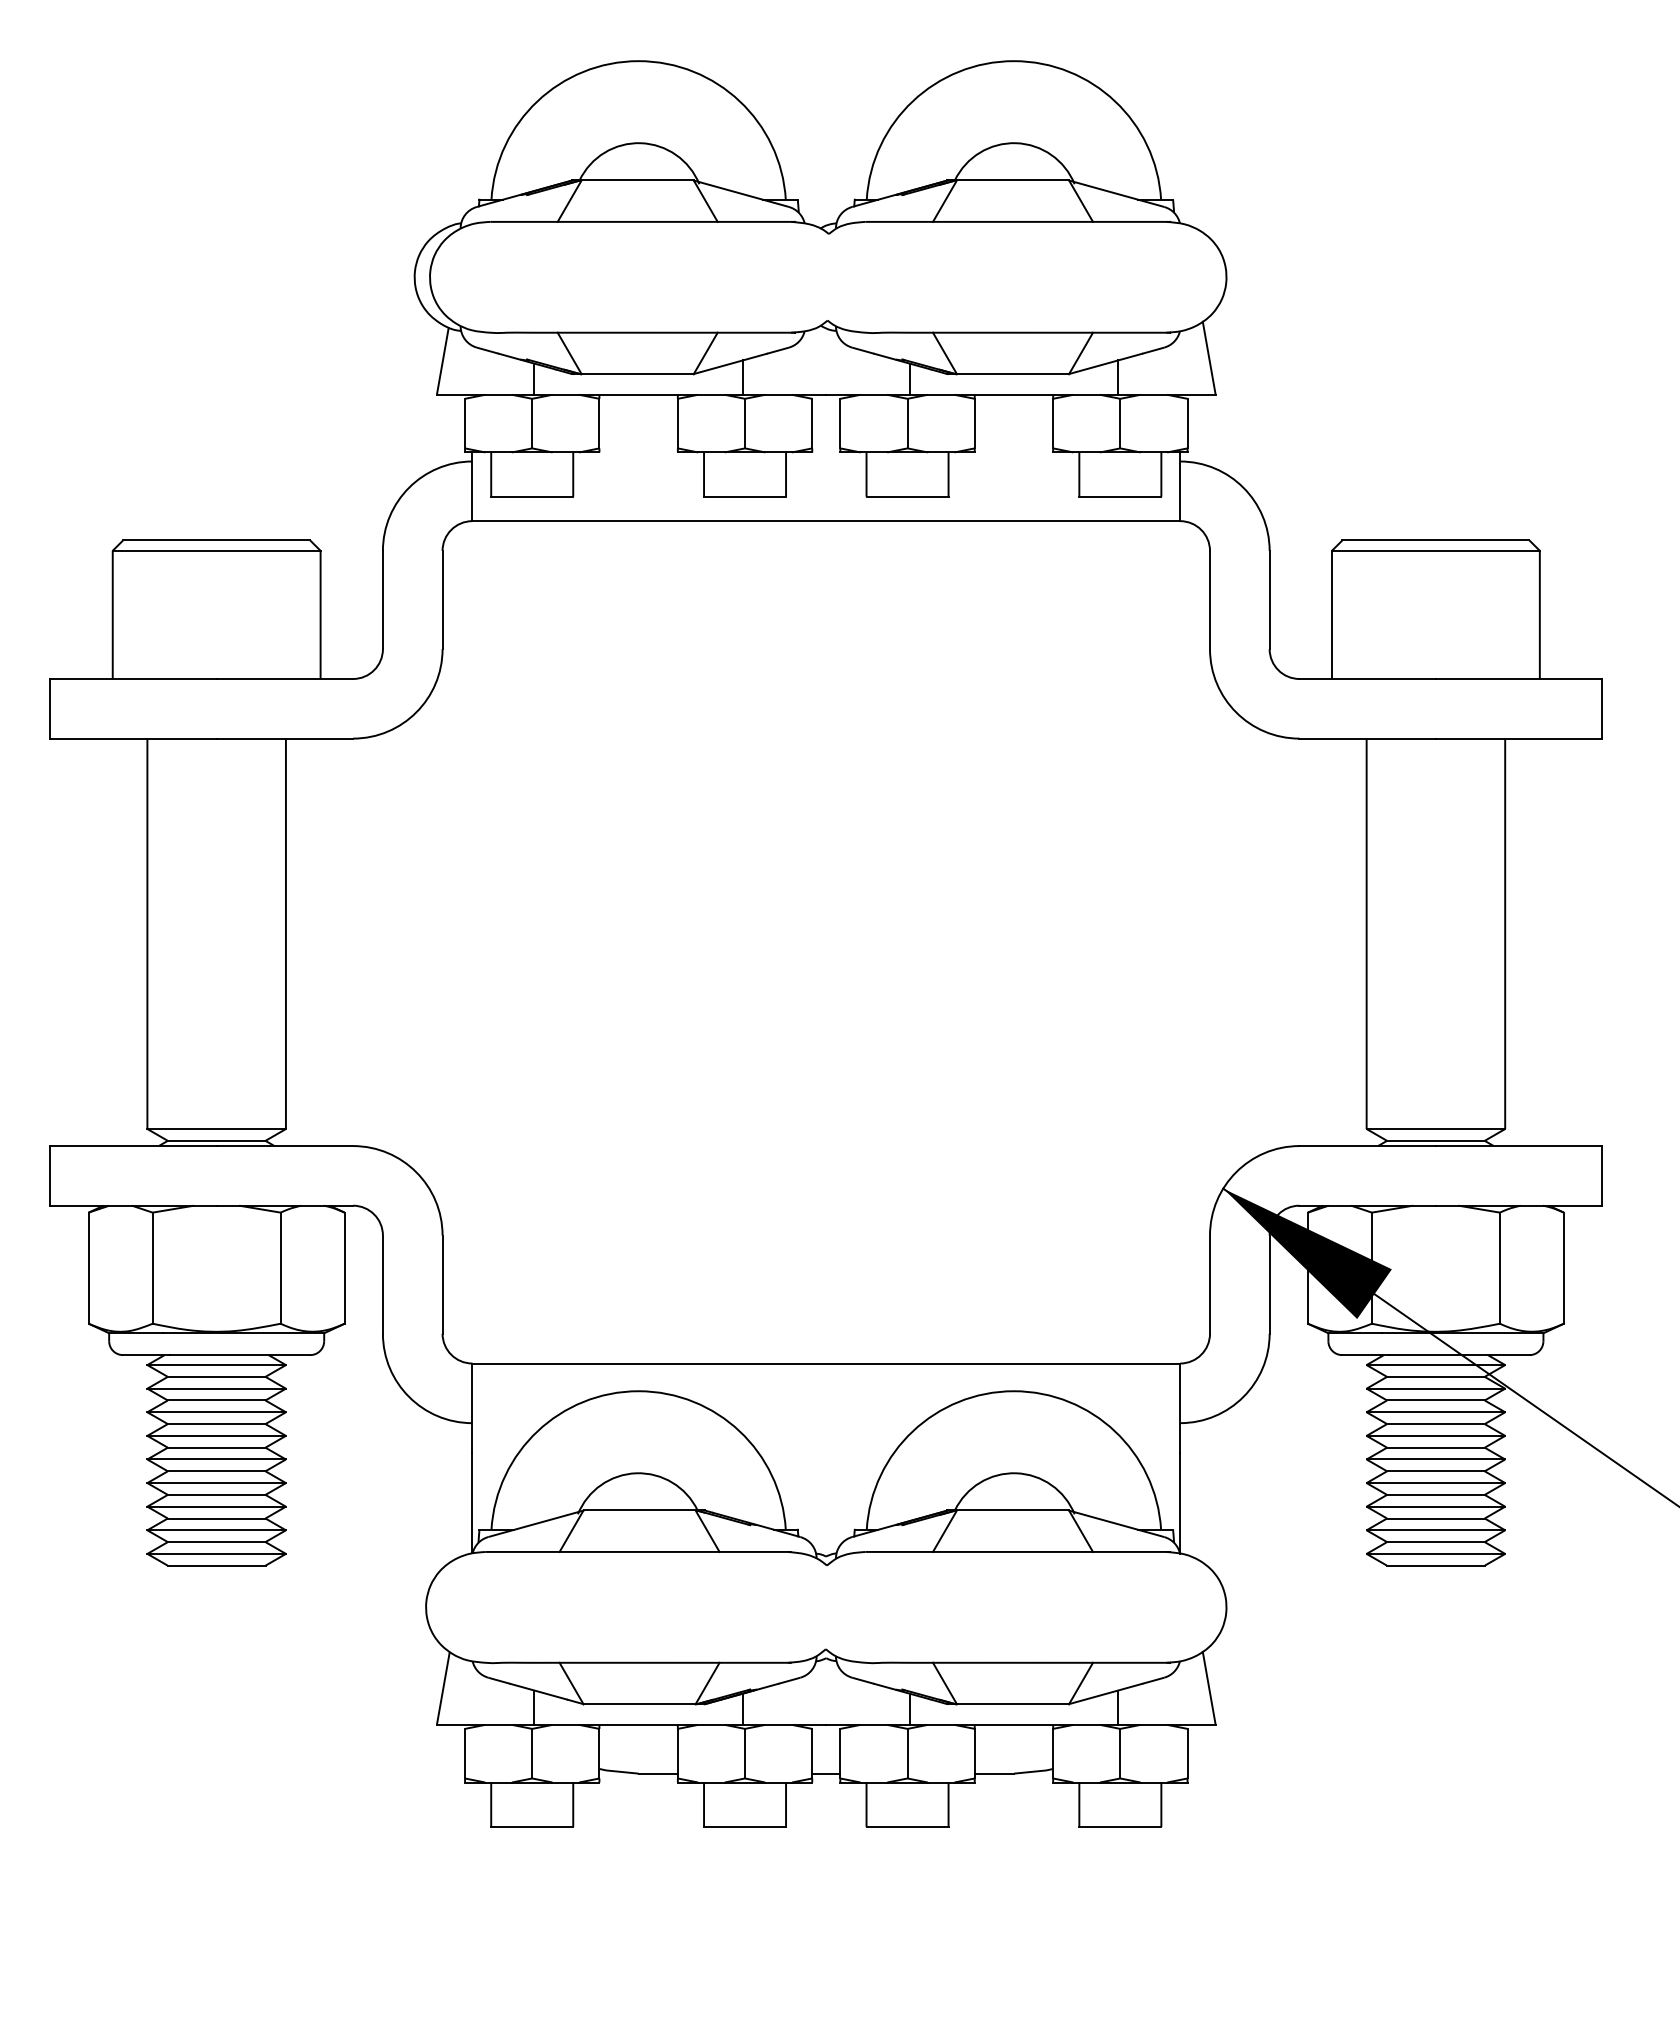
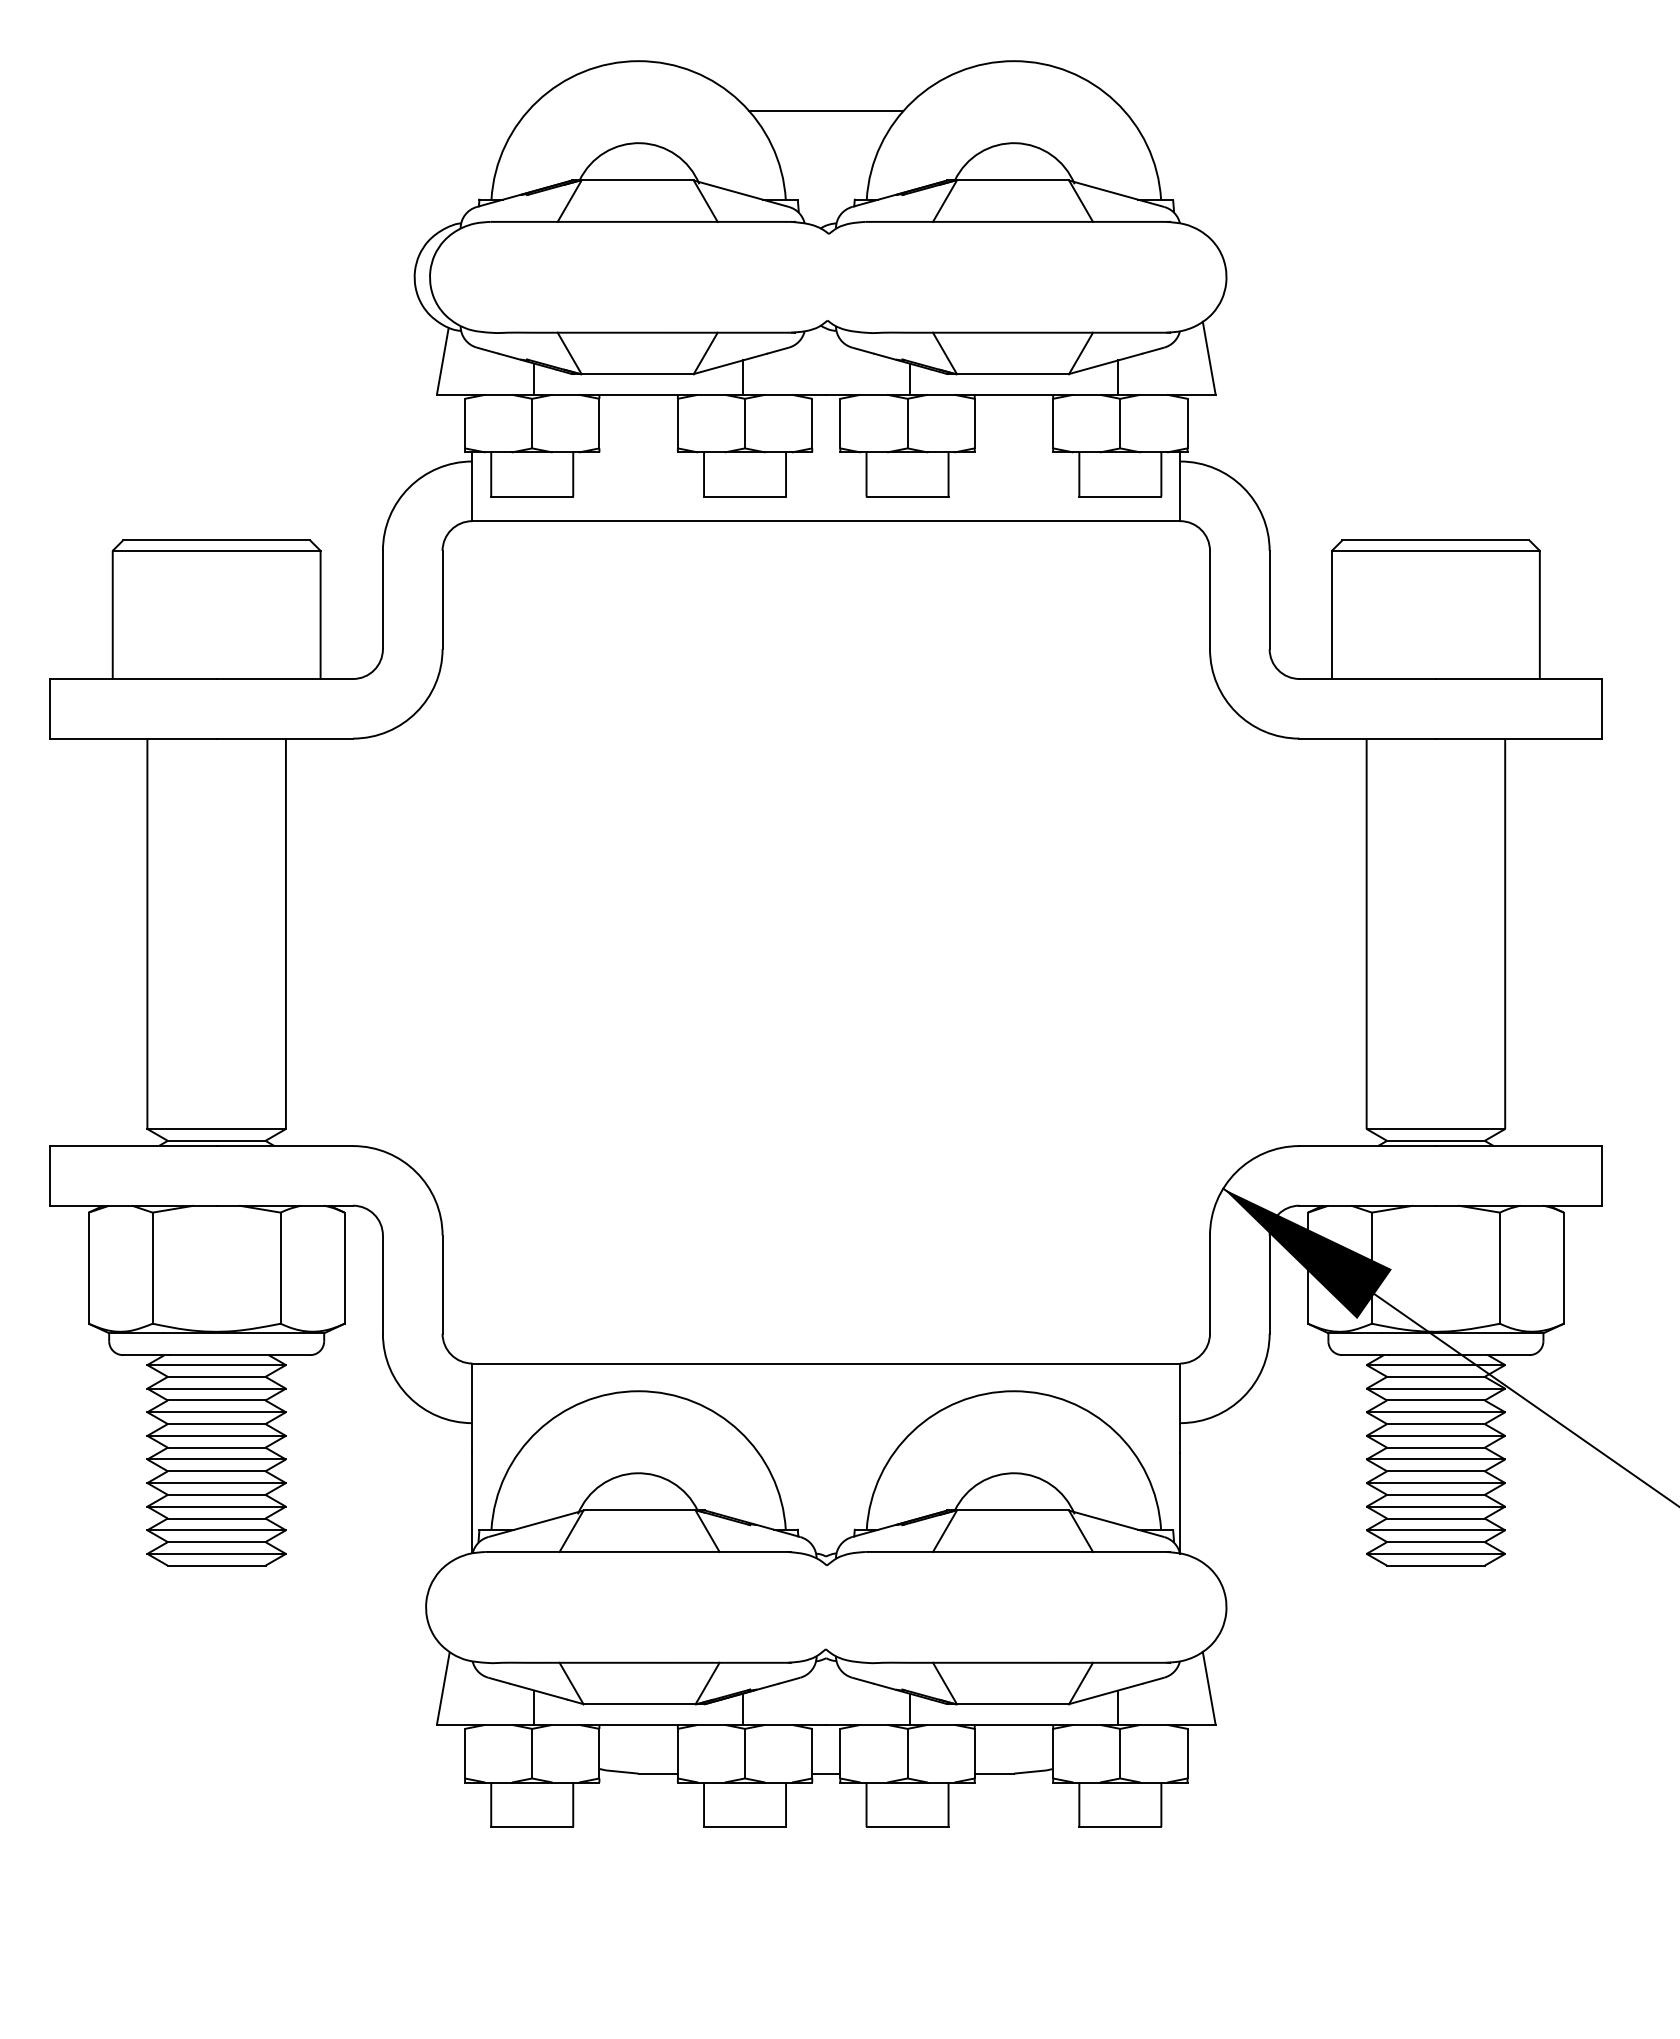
line at (826, 111): none -> present
